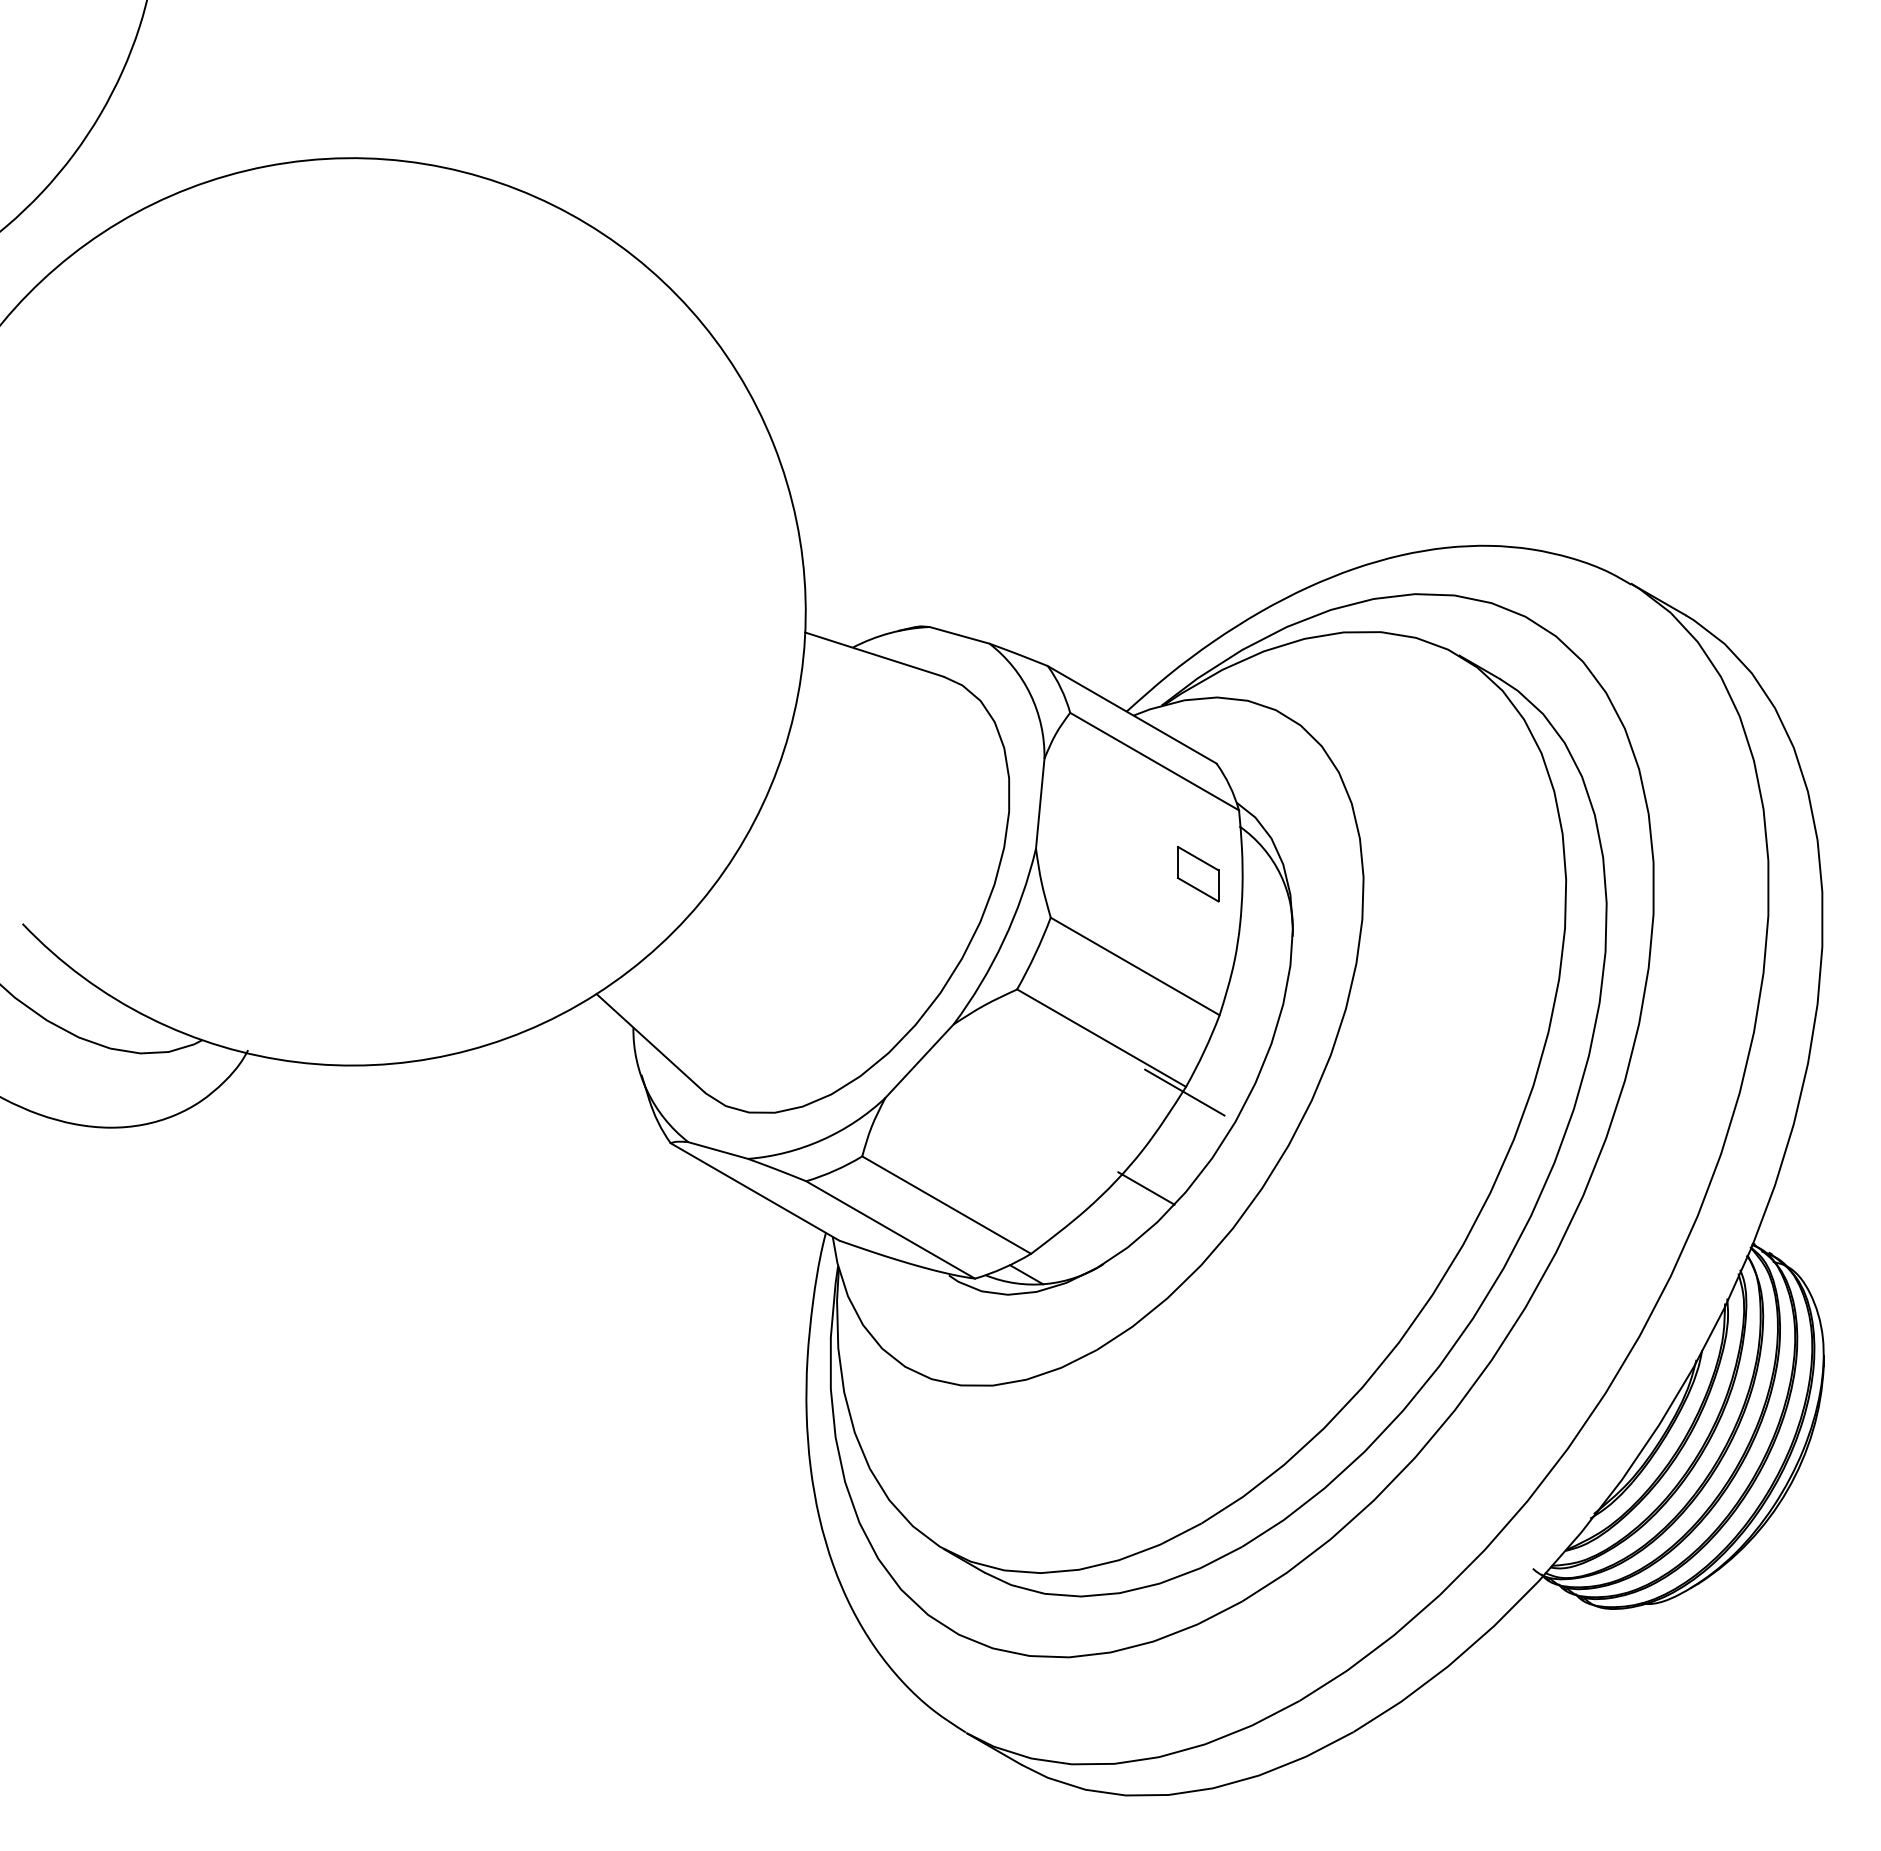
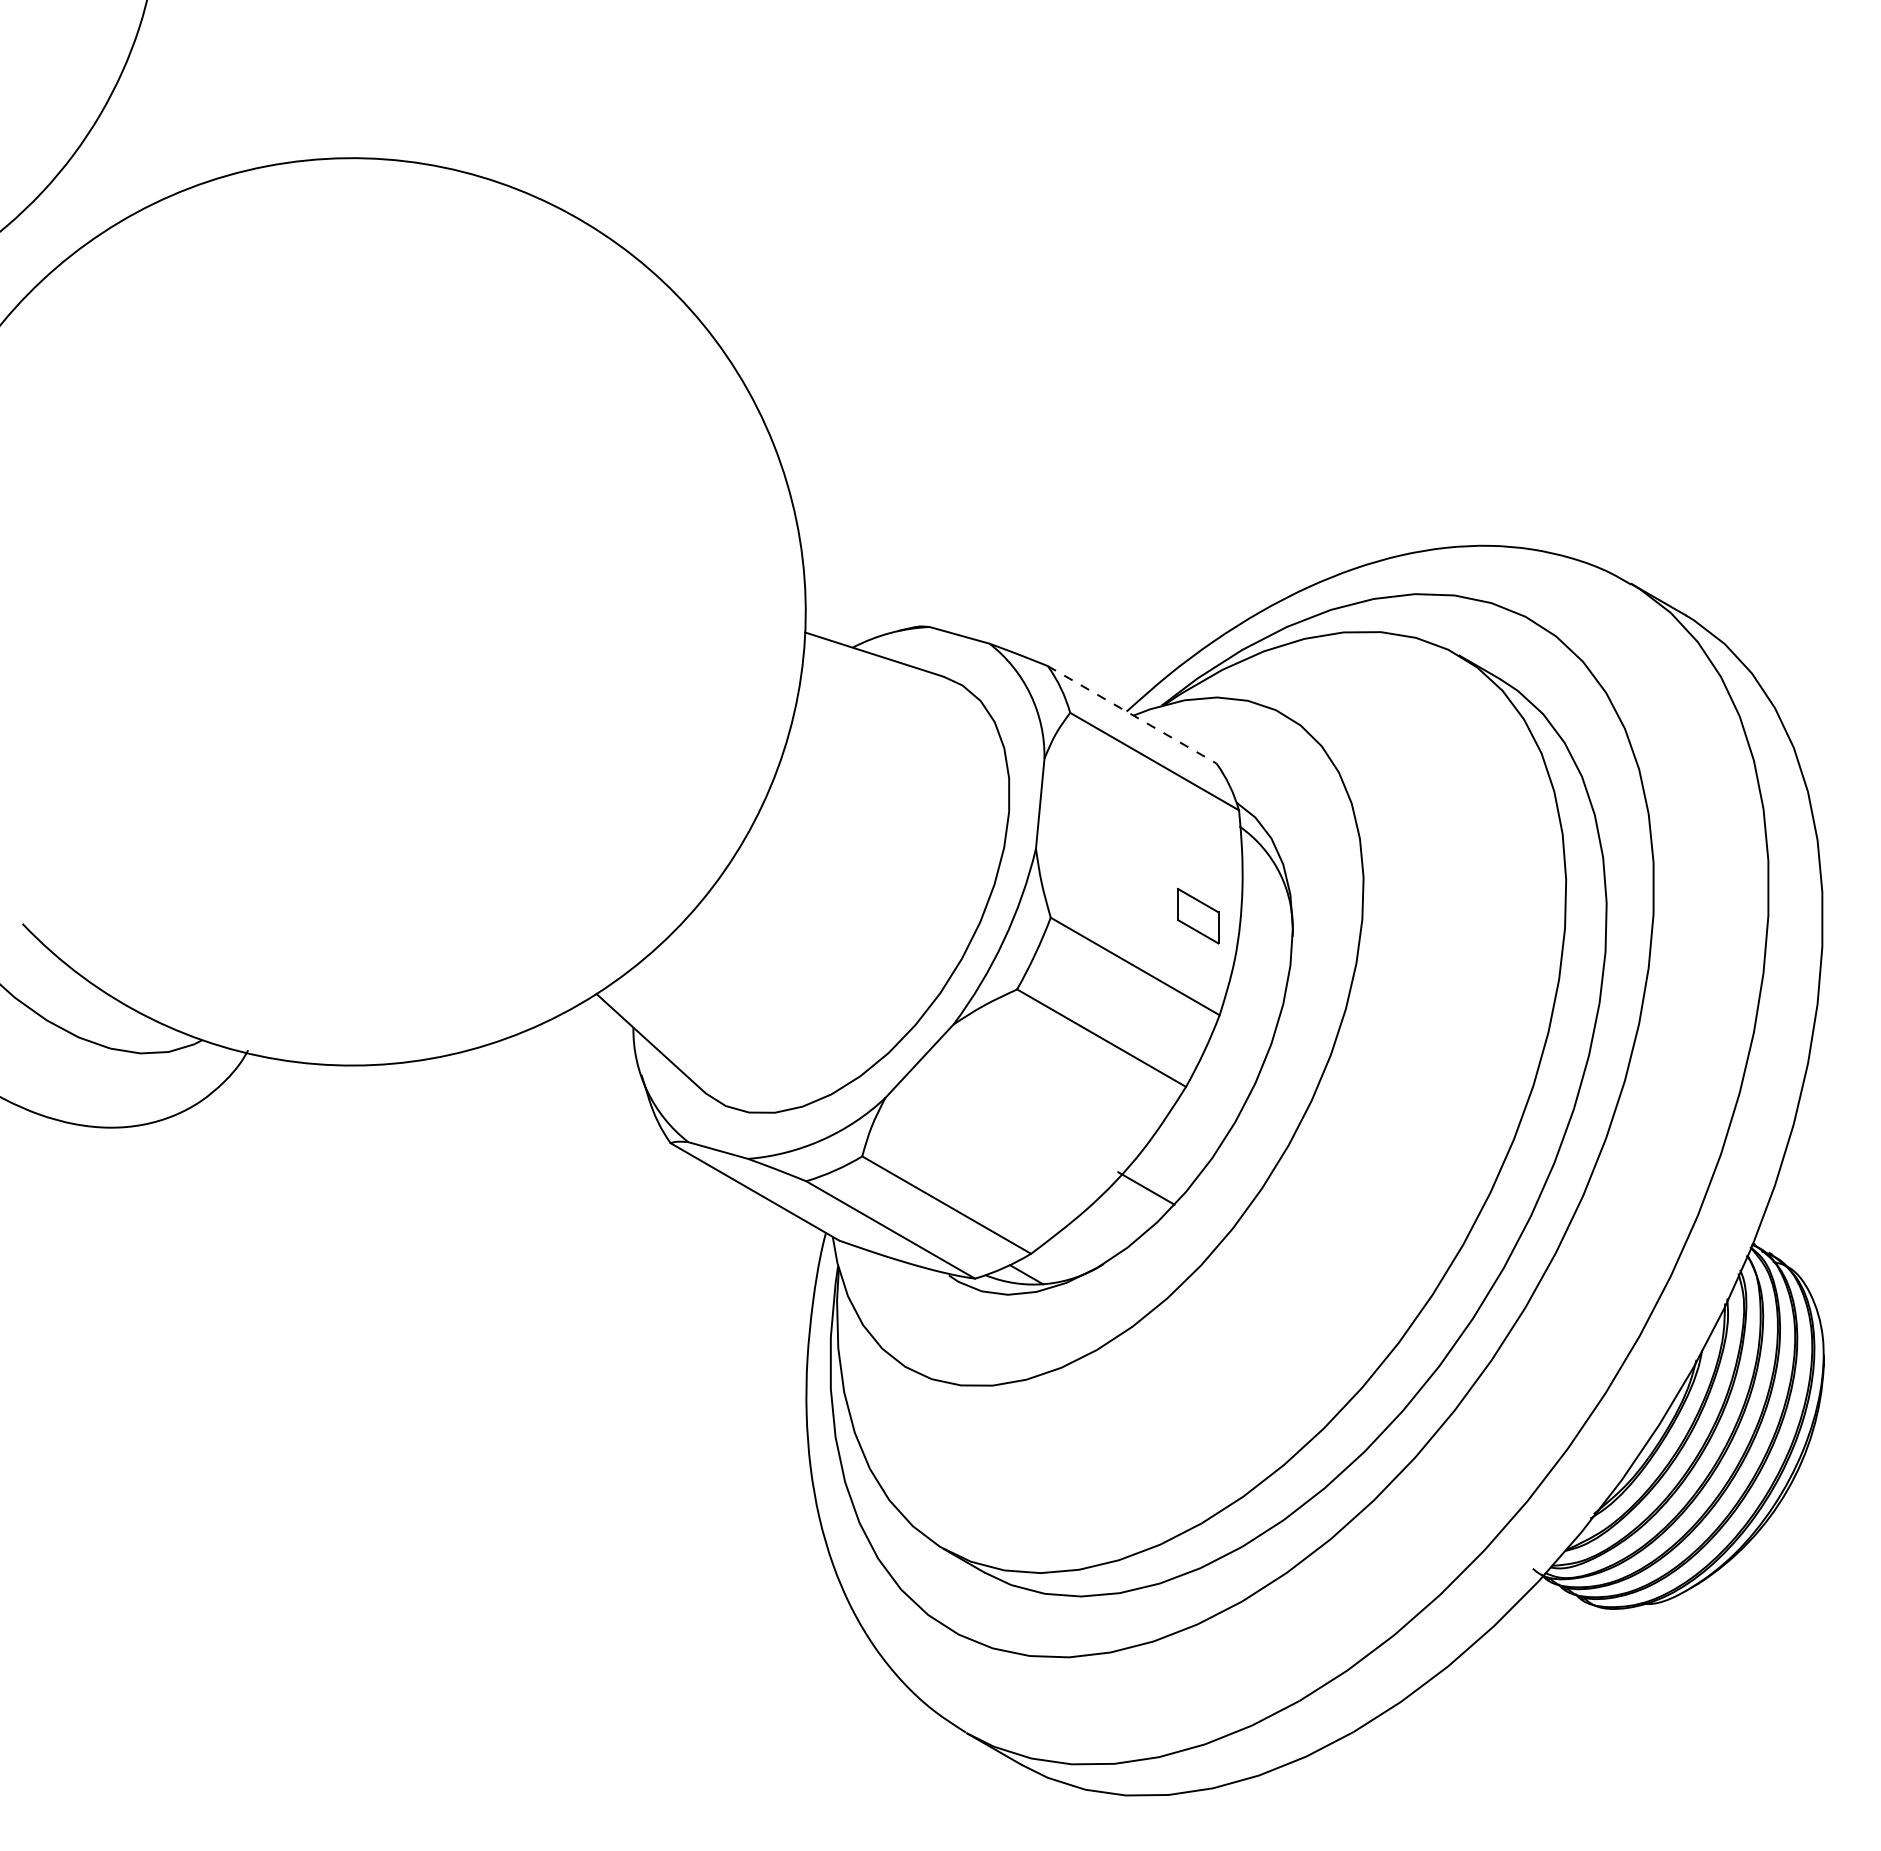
line at (1132, 715): solid -> dashed
part at (1198, 873) position: (1198, 873) -> (1198, 915)
line at (1184, 1092): present -> none
